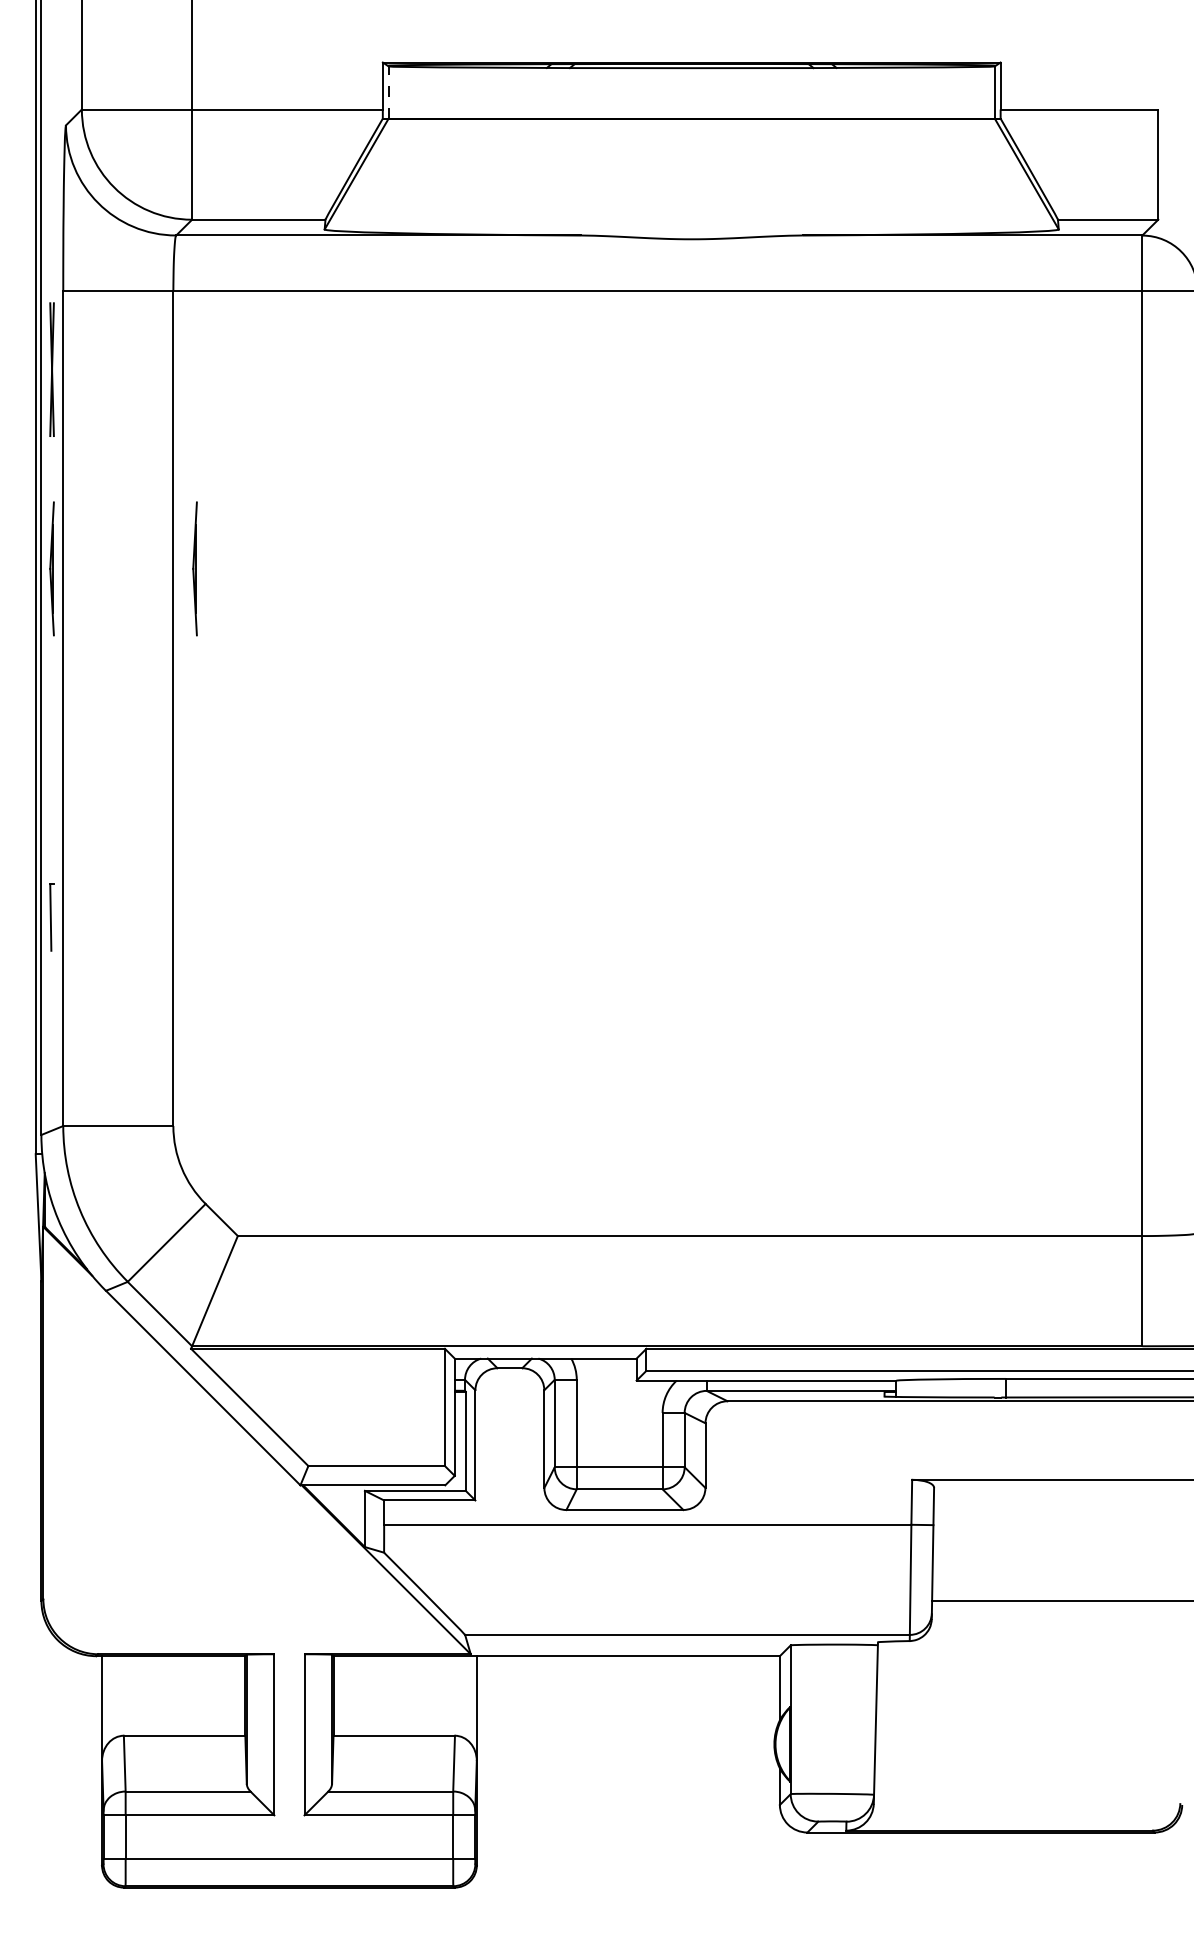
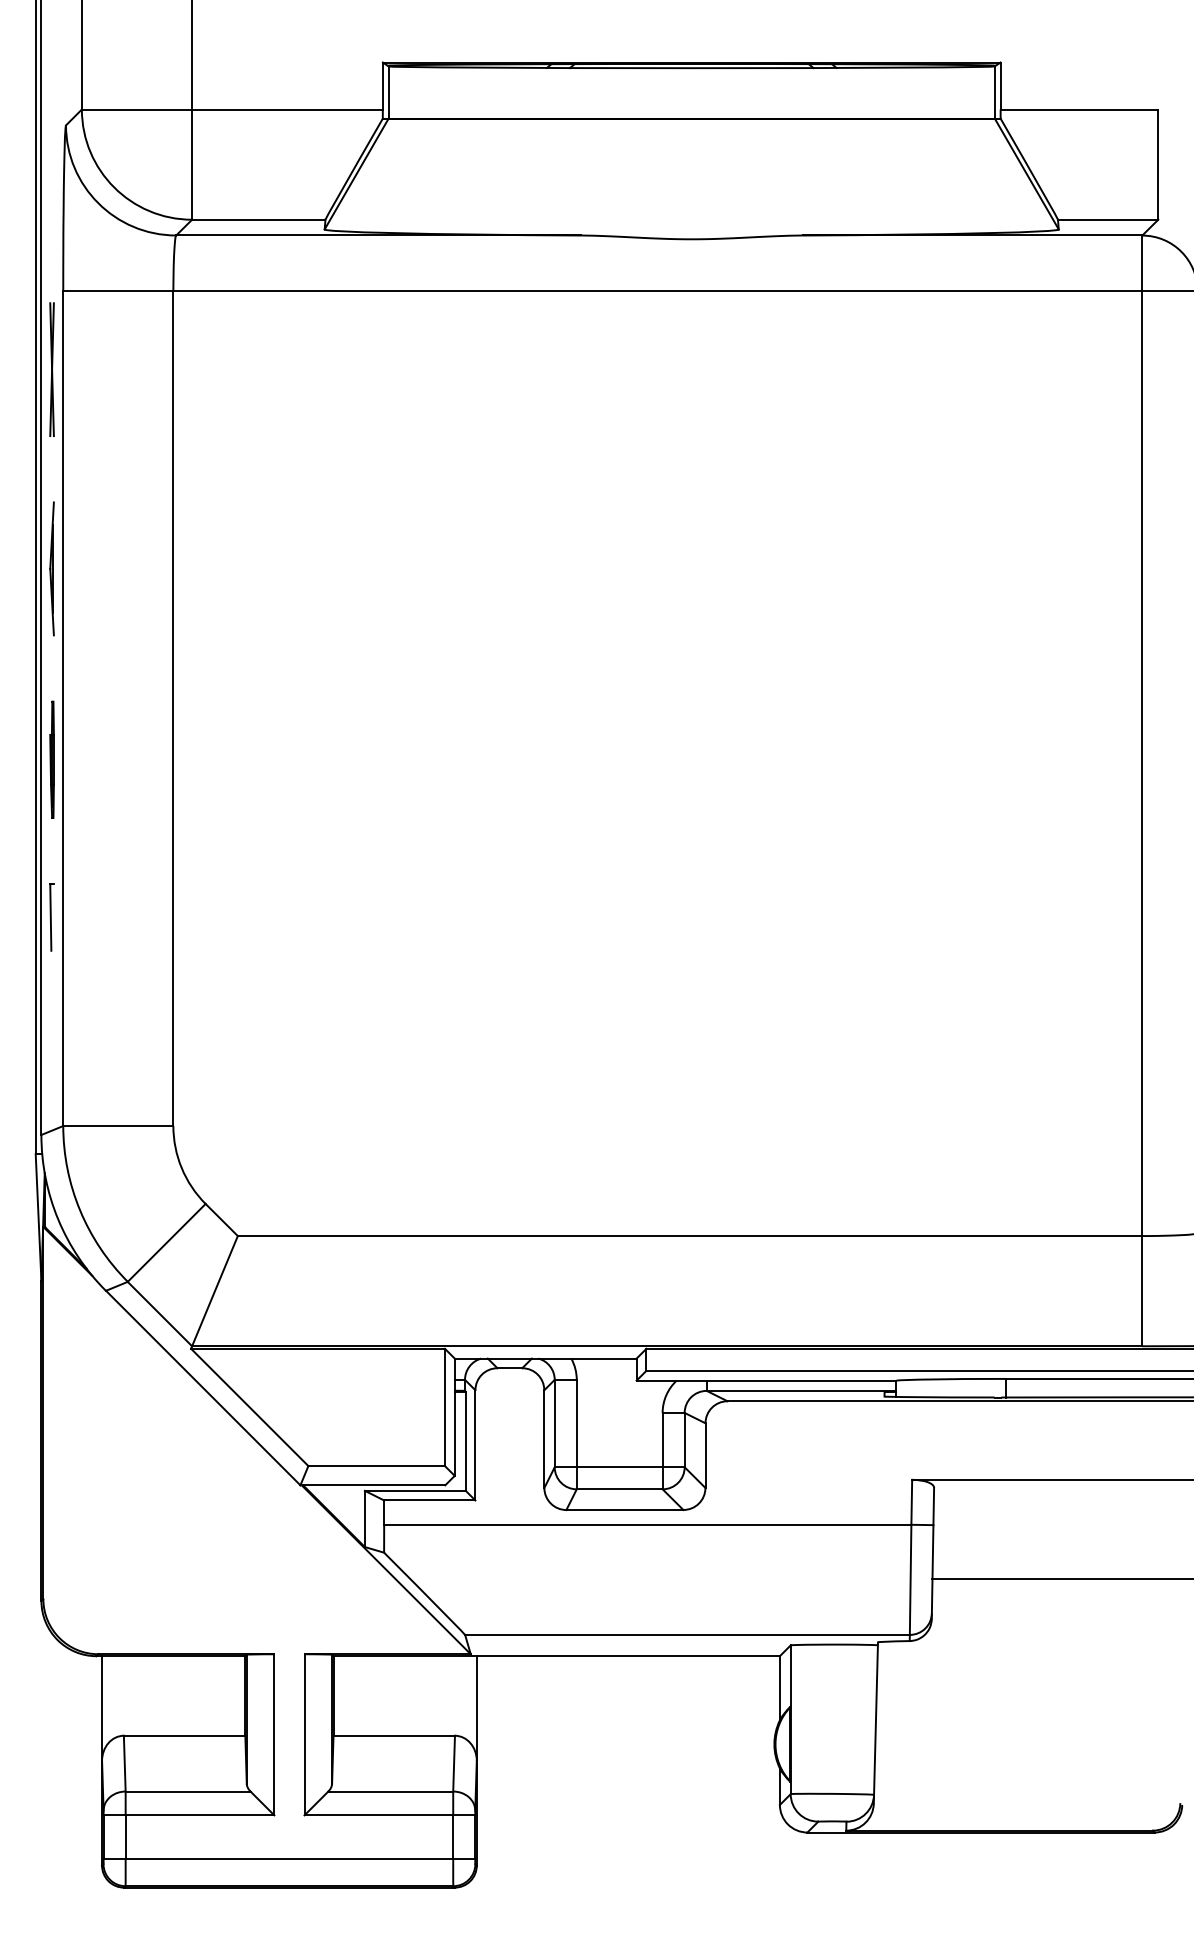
line at (388, 92): dashed -> solid
part at (194, 568): present -> none
part at (51, 759): none -> present
line at (1061, 1601) position: (1061, 1601) -> (1061, 1579)
